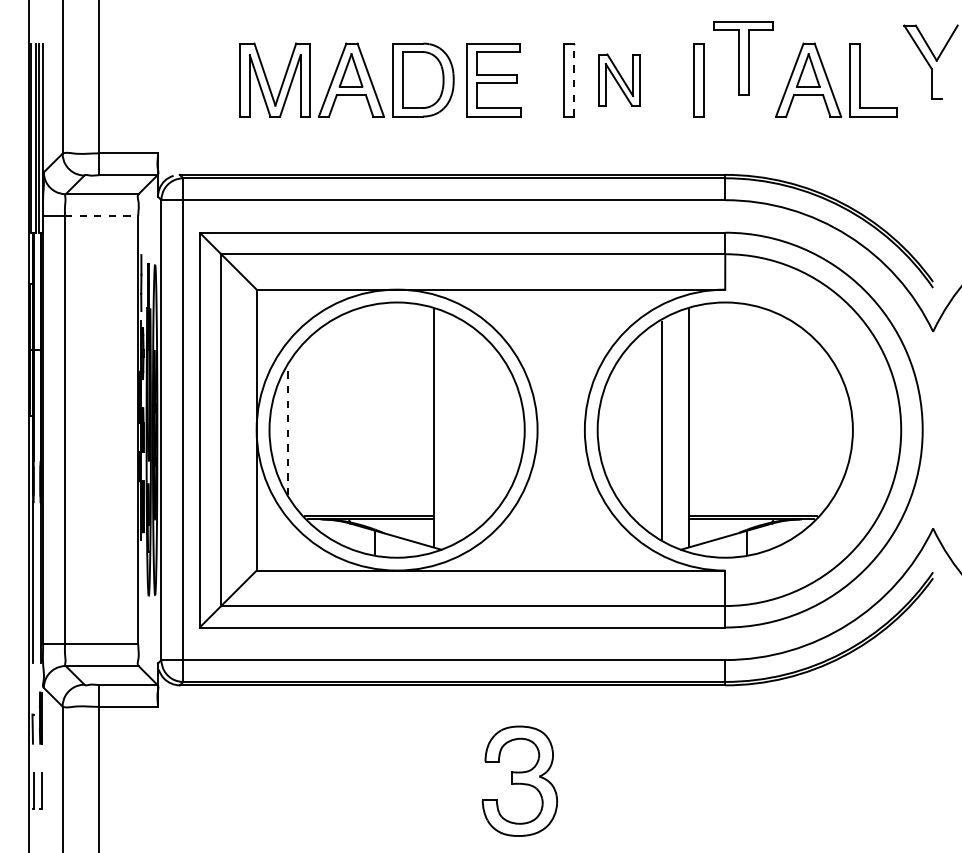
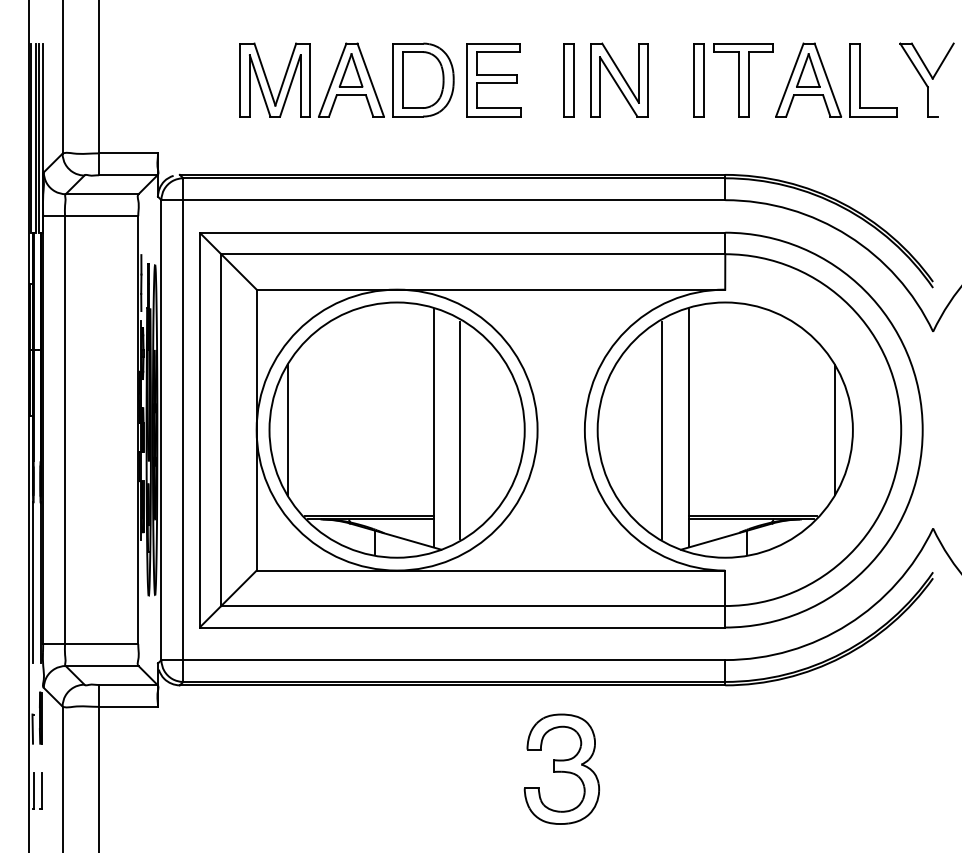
part at (743, 58) position: (743, 58) -> (743, 80)
part at (930, 61) position: (930, 61) -> (926, 79)
line at (573, 79): dashed -> solid
part at (619, 79) size: 43x54 px -> 59x76 px
line at (101, 216): dashed -> solid
line at (287, 429): dashed -> solid
line at (460, 429): none -> present
line at (834, 429): none -> present
part at (519, 780) position: (519, 780) -> (561, 768)
